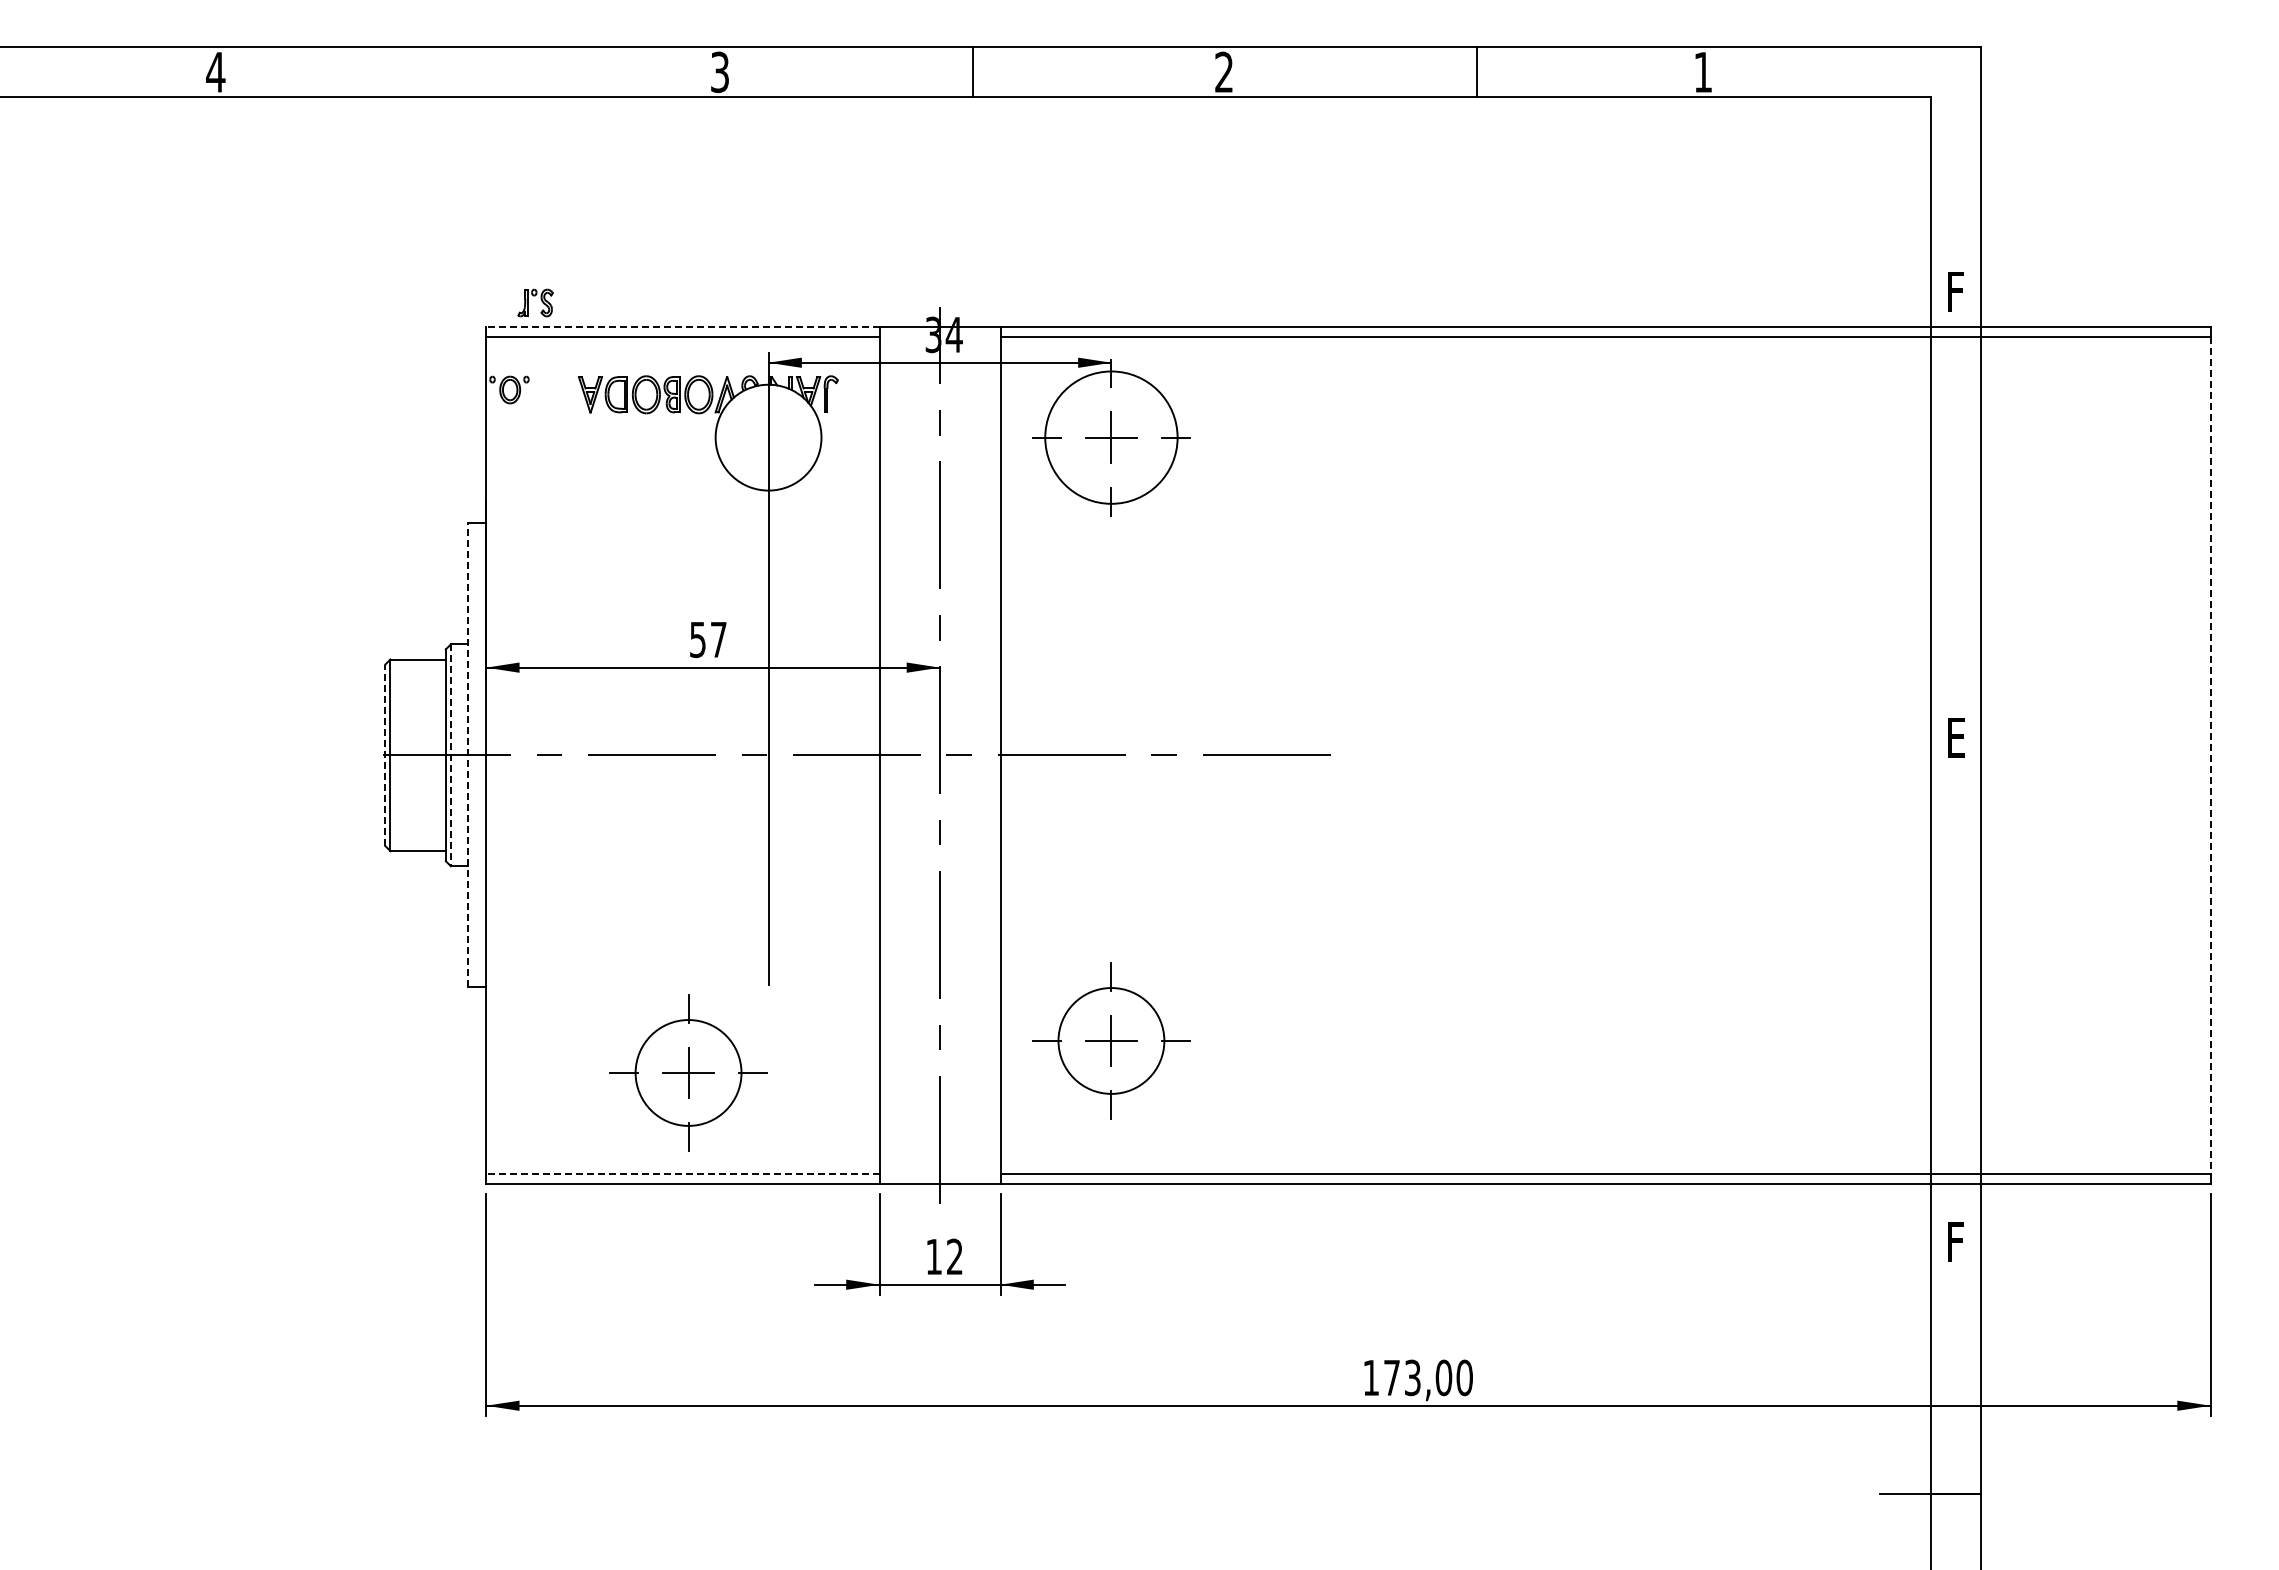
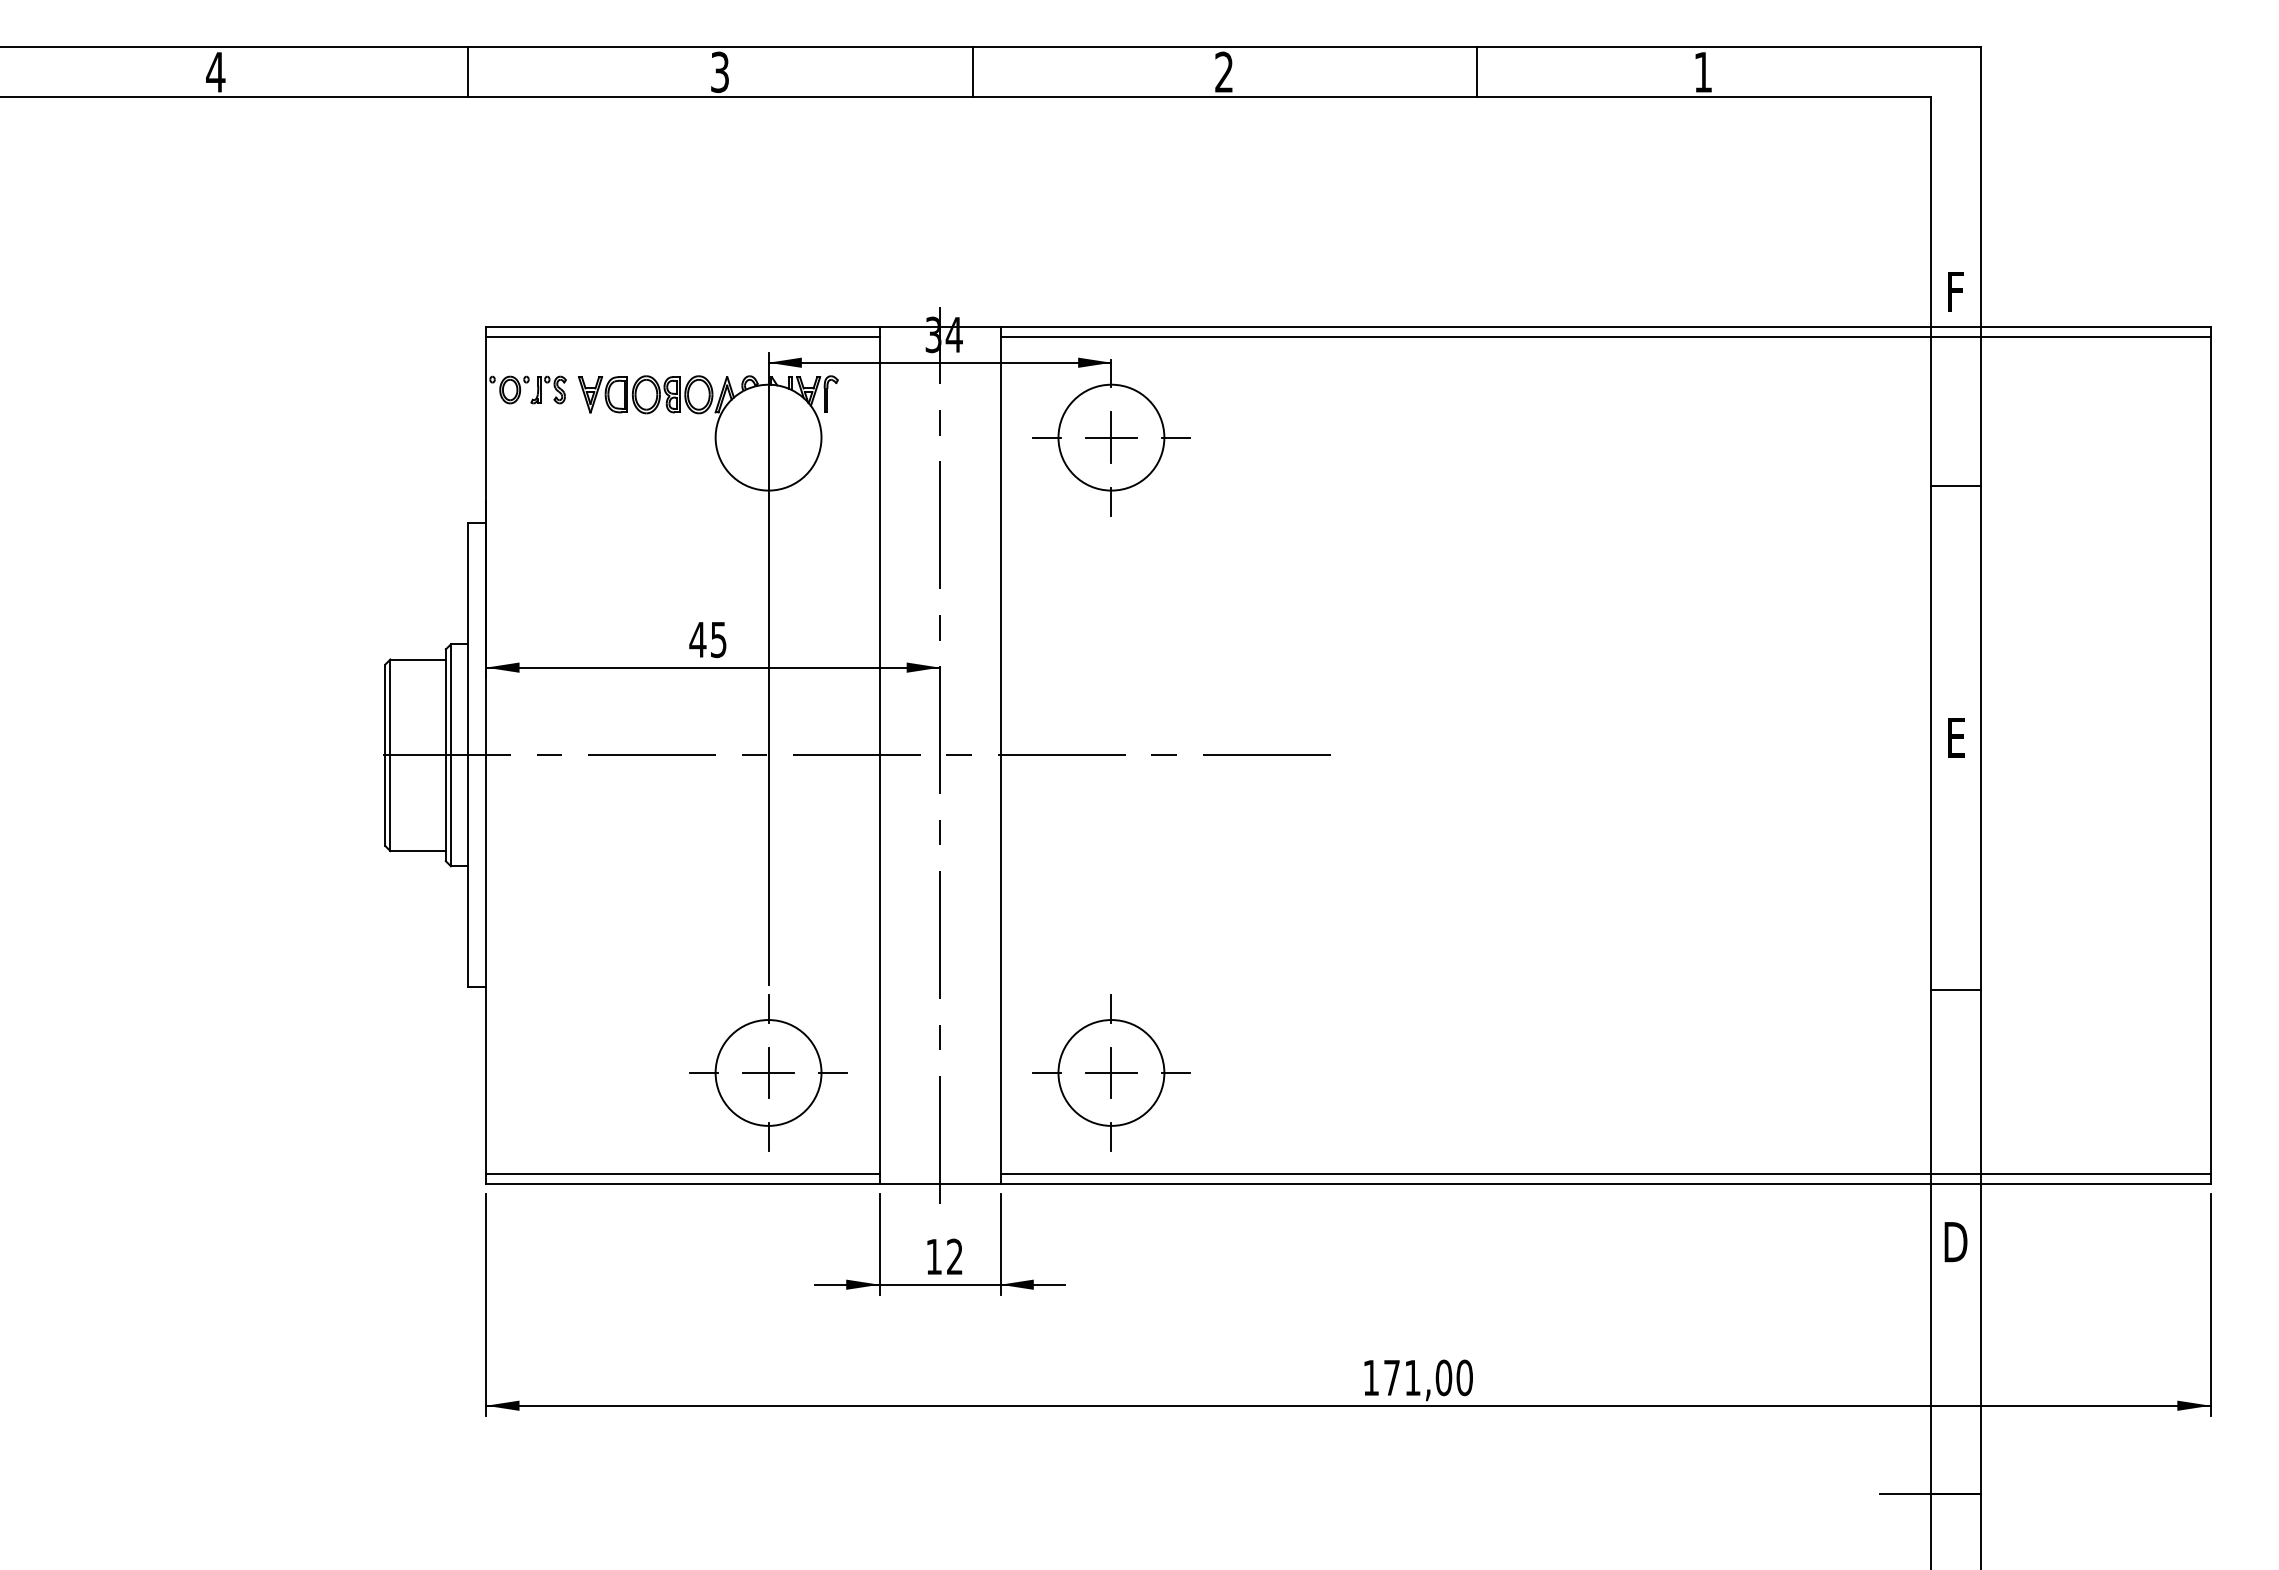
line at (468, 71): none -> present
part at (535, 302) position: (535, 302) -> (548, 389)
line at (682, 326): dashed -> solid
circle at (1111, 437) diameter: 132 px -> 106 px
line at (1955, 485): none -> present
text at (707, 640): 57 -> 45
line at (385, 755): dashed -> solid
line at (450, 755): dashed -> solid
line at (468, 755): dashed -> solid
line at (2210, 755): dashed -> solid
line at (1955, 989): none -> present
part at (1111, 1040) position: (1111, 1040) -> (1111, 1072)
part at (688, 1072) position: (688, 1072) -> (768, 1072)
line at (682, 1173): dashed -> solid
text at (1955, 1242): F -> D
text at (1412, 1377): 173,00 -> 171,00
